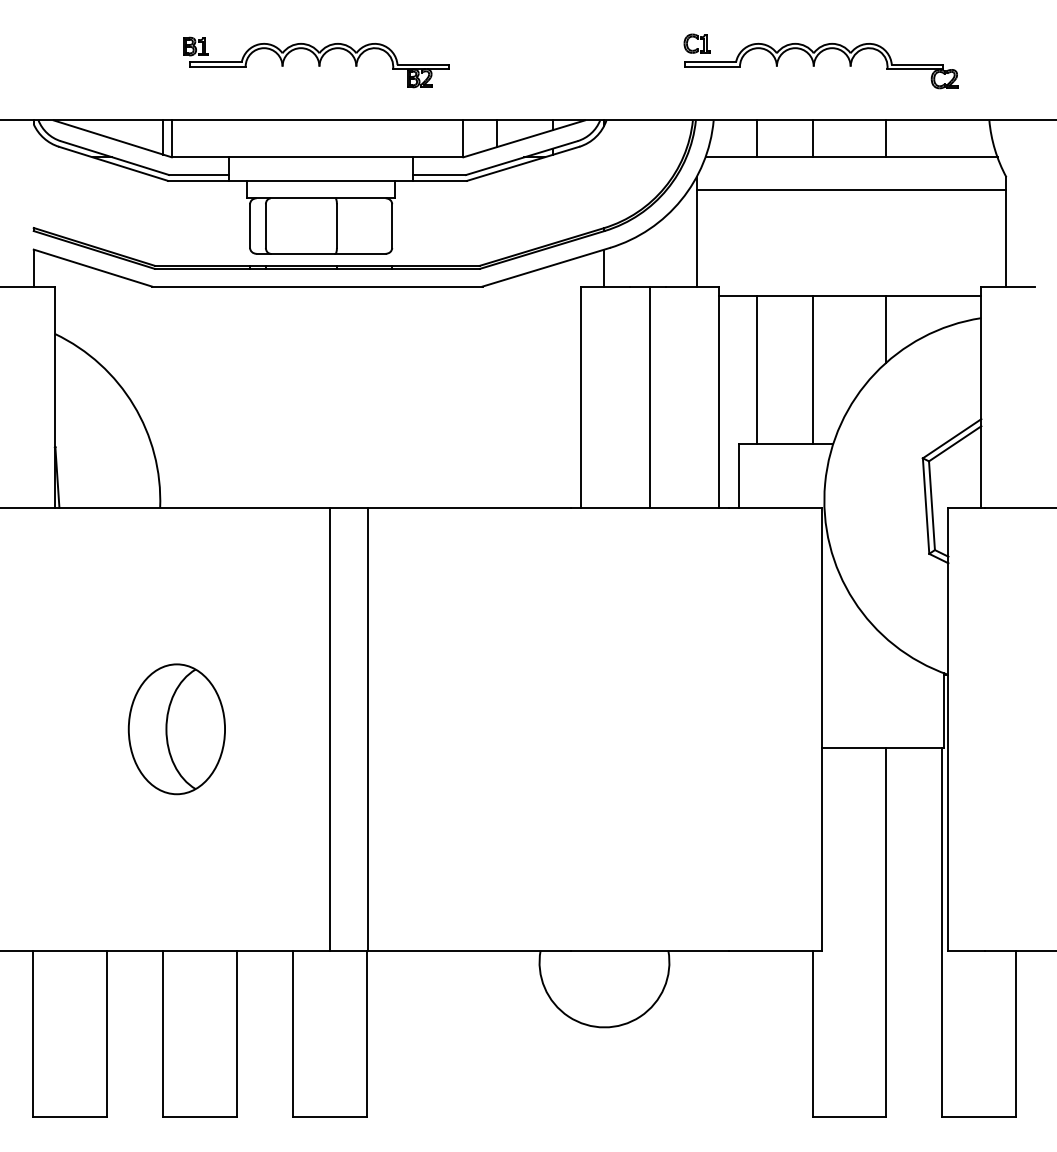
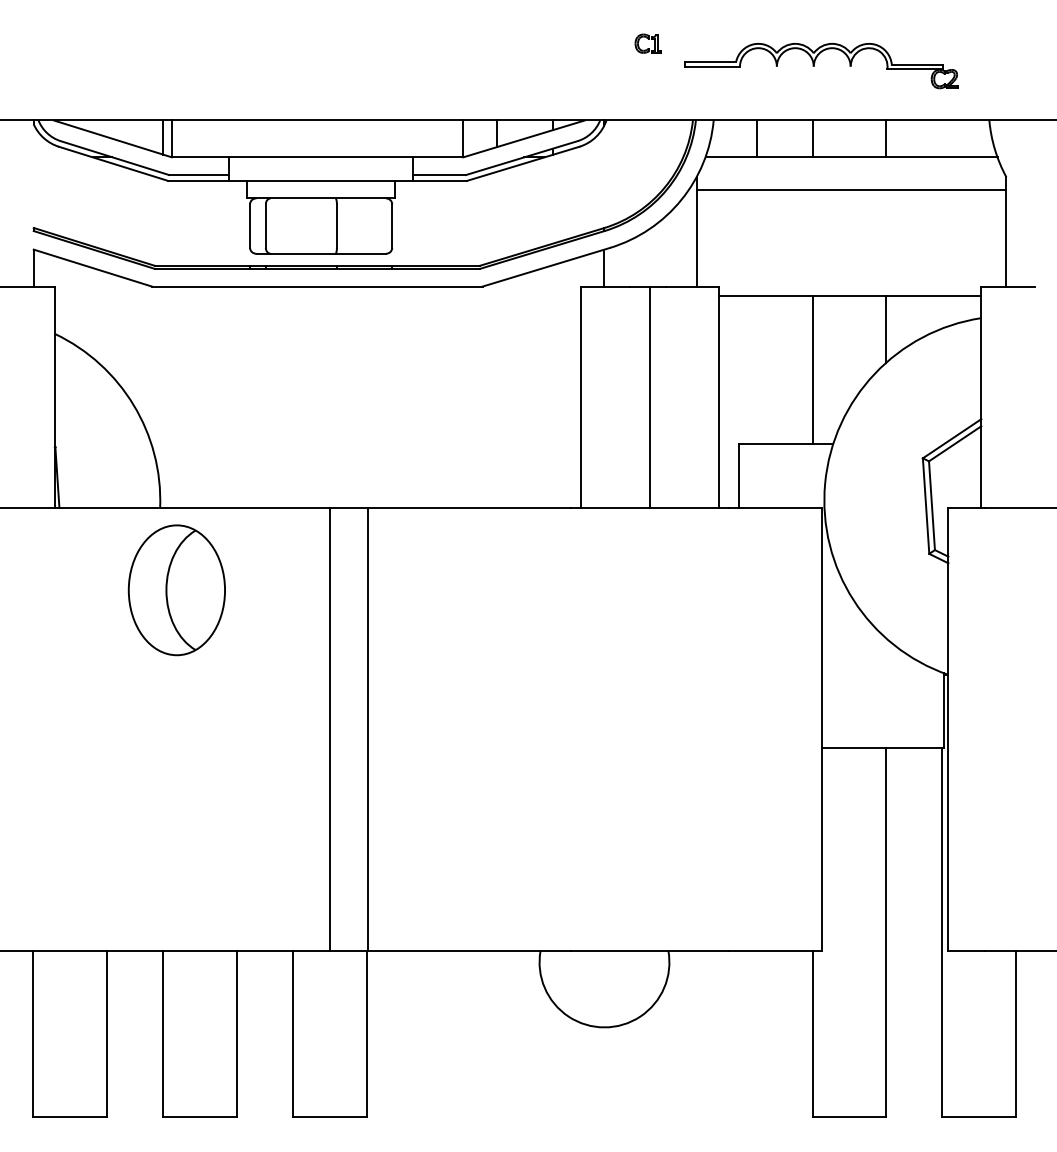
part at (696, 43) position: (696, 43) -> (647, 43)
part at (316, 62): present -> none
line at (756, 369): present -> none
part at (176, 729) position: (176, 729) -> (176, 590)
